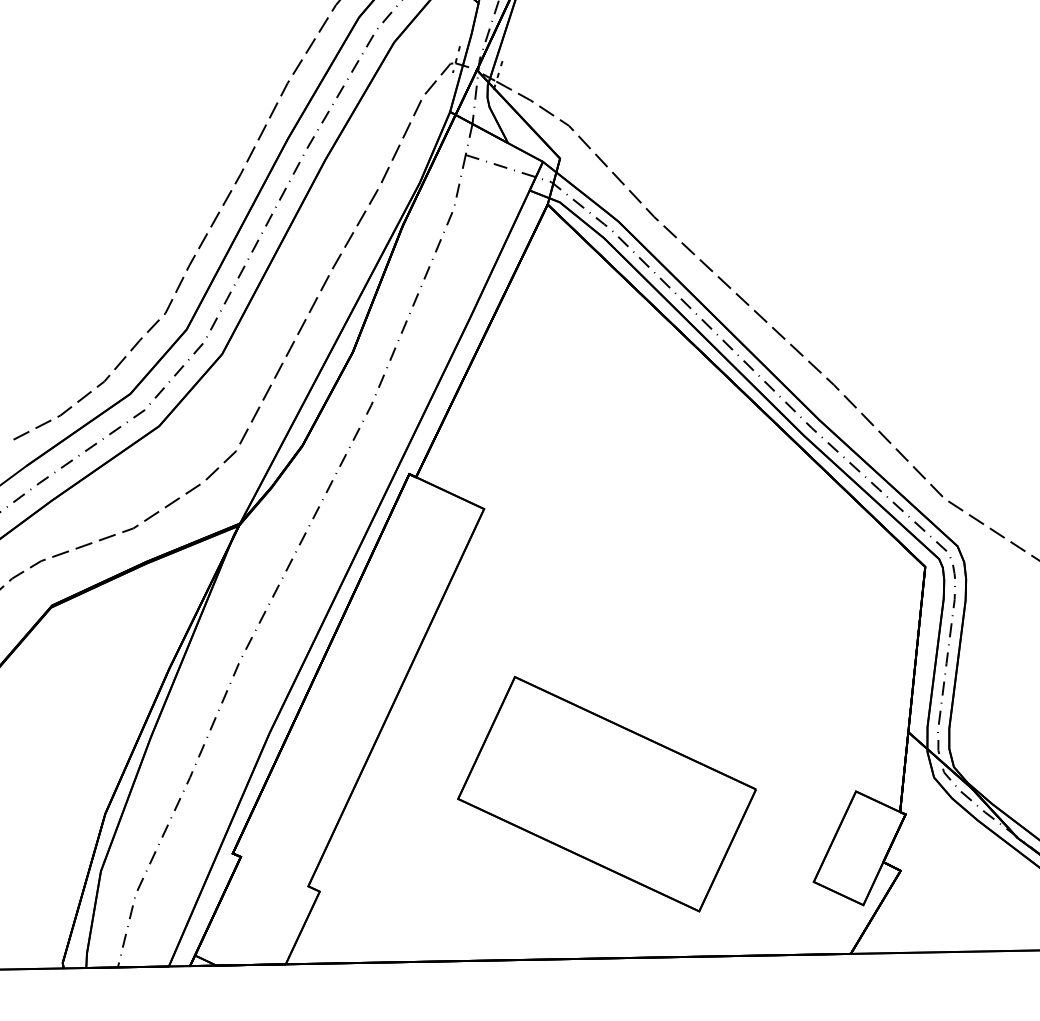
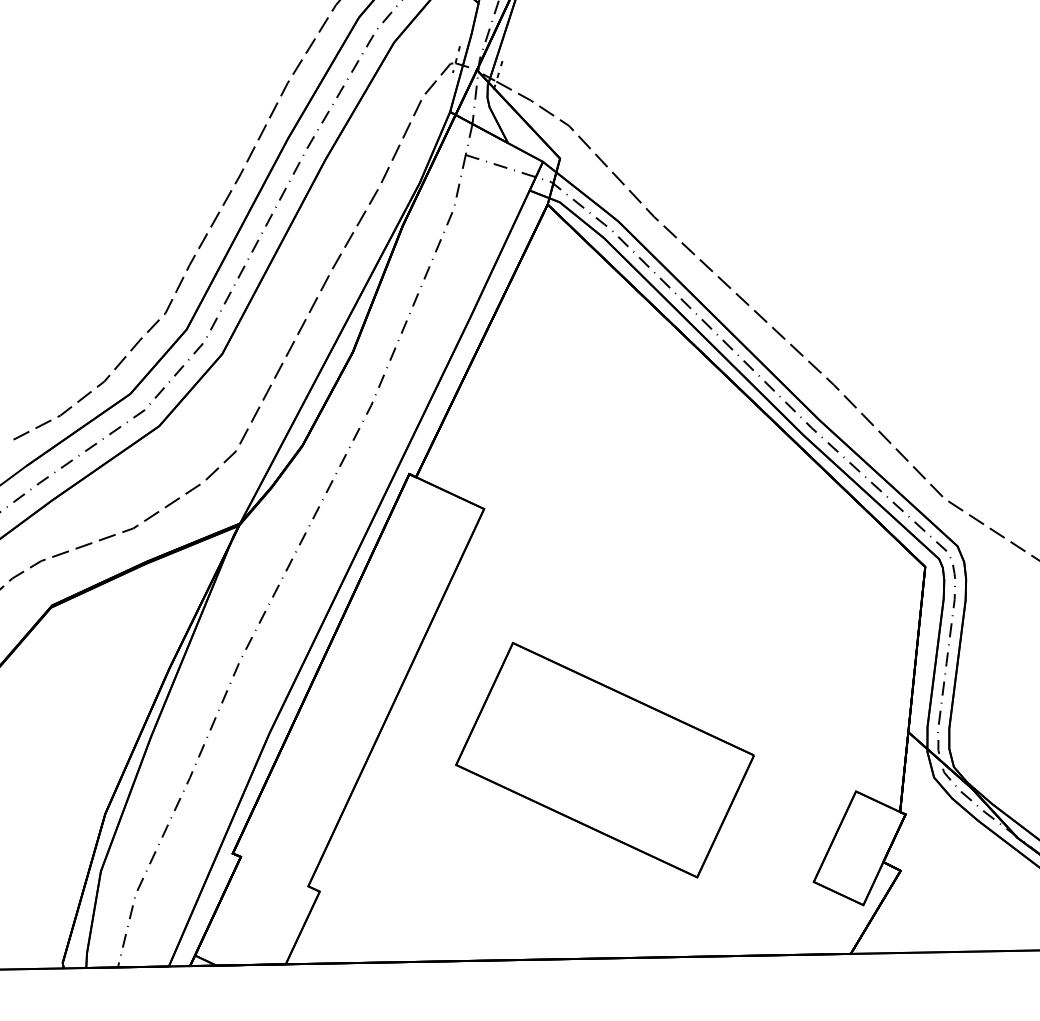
part at (606, 793) position: (606, 793) -> (604, 759)
